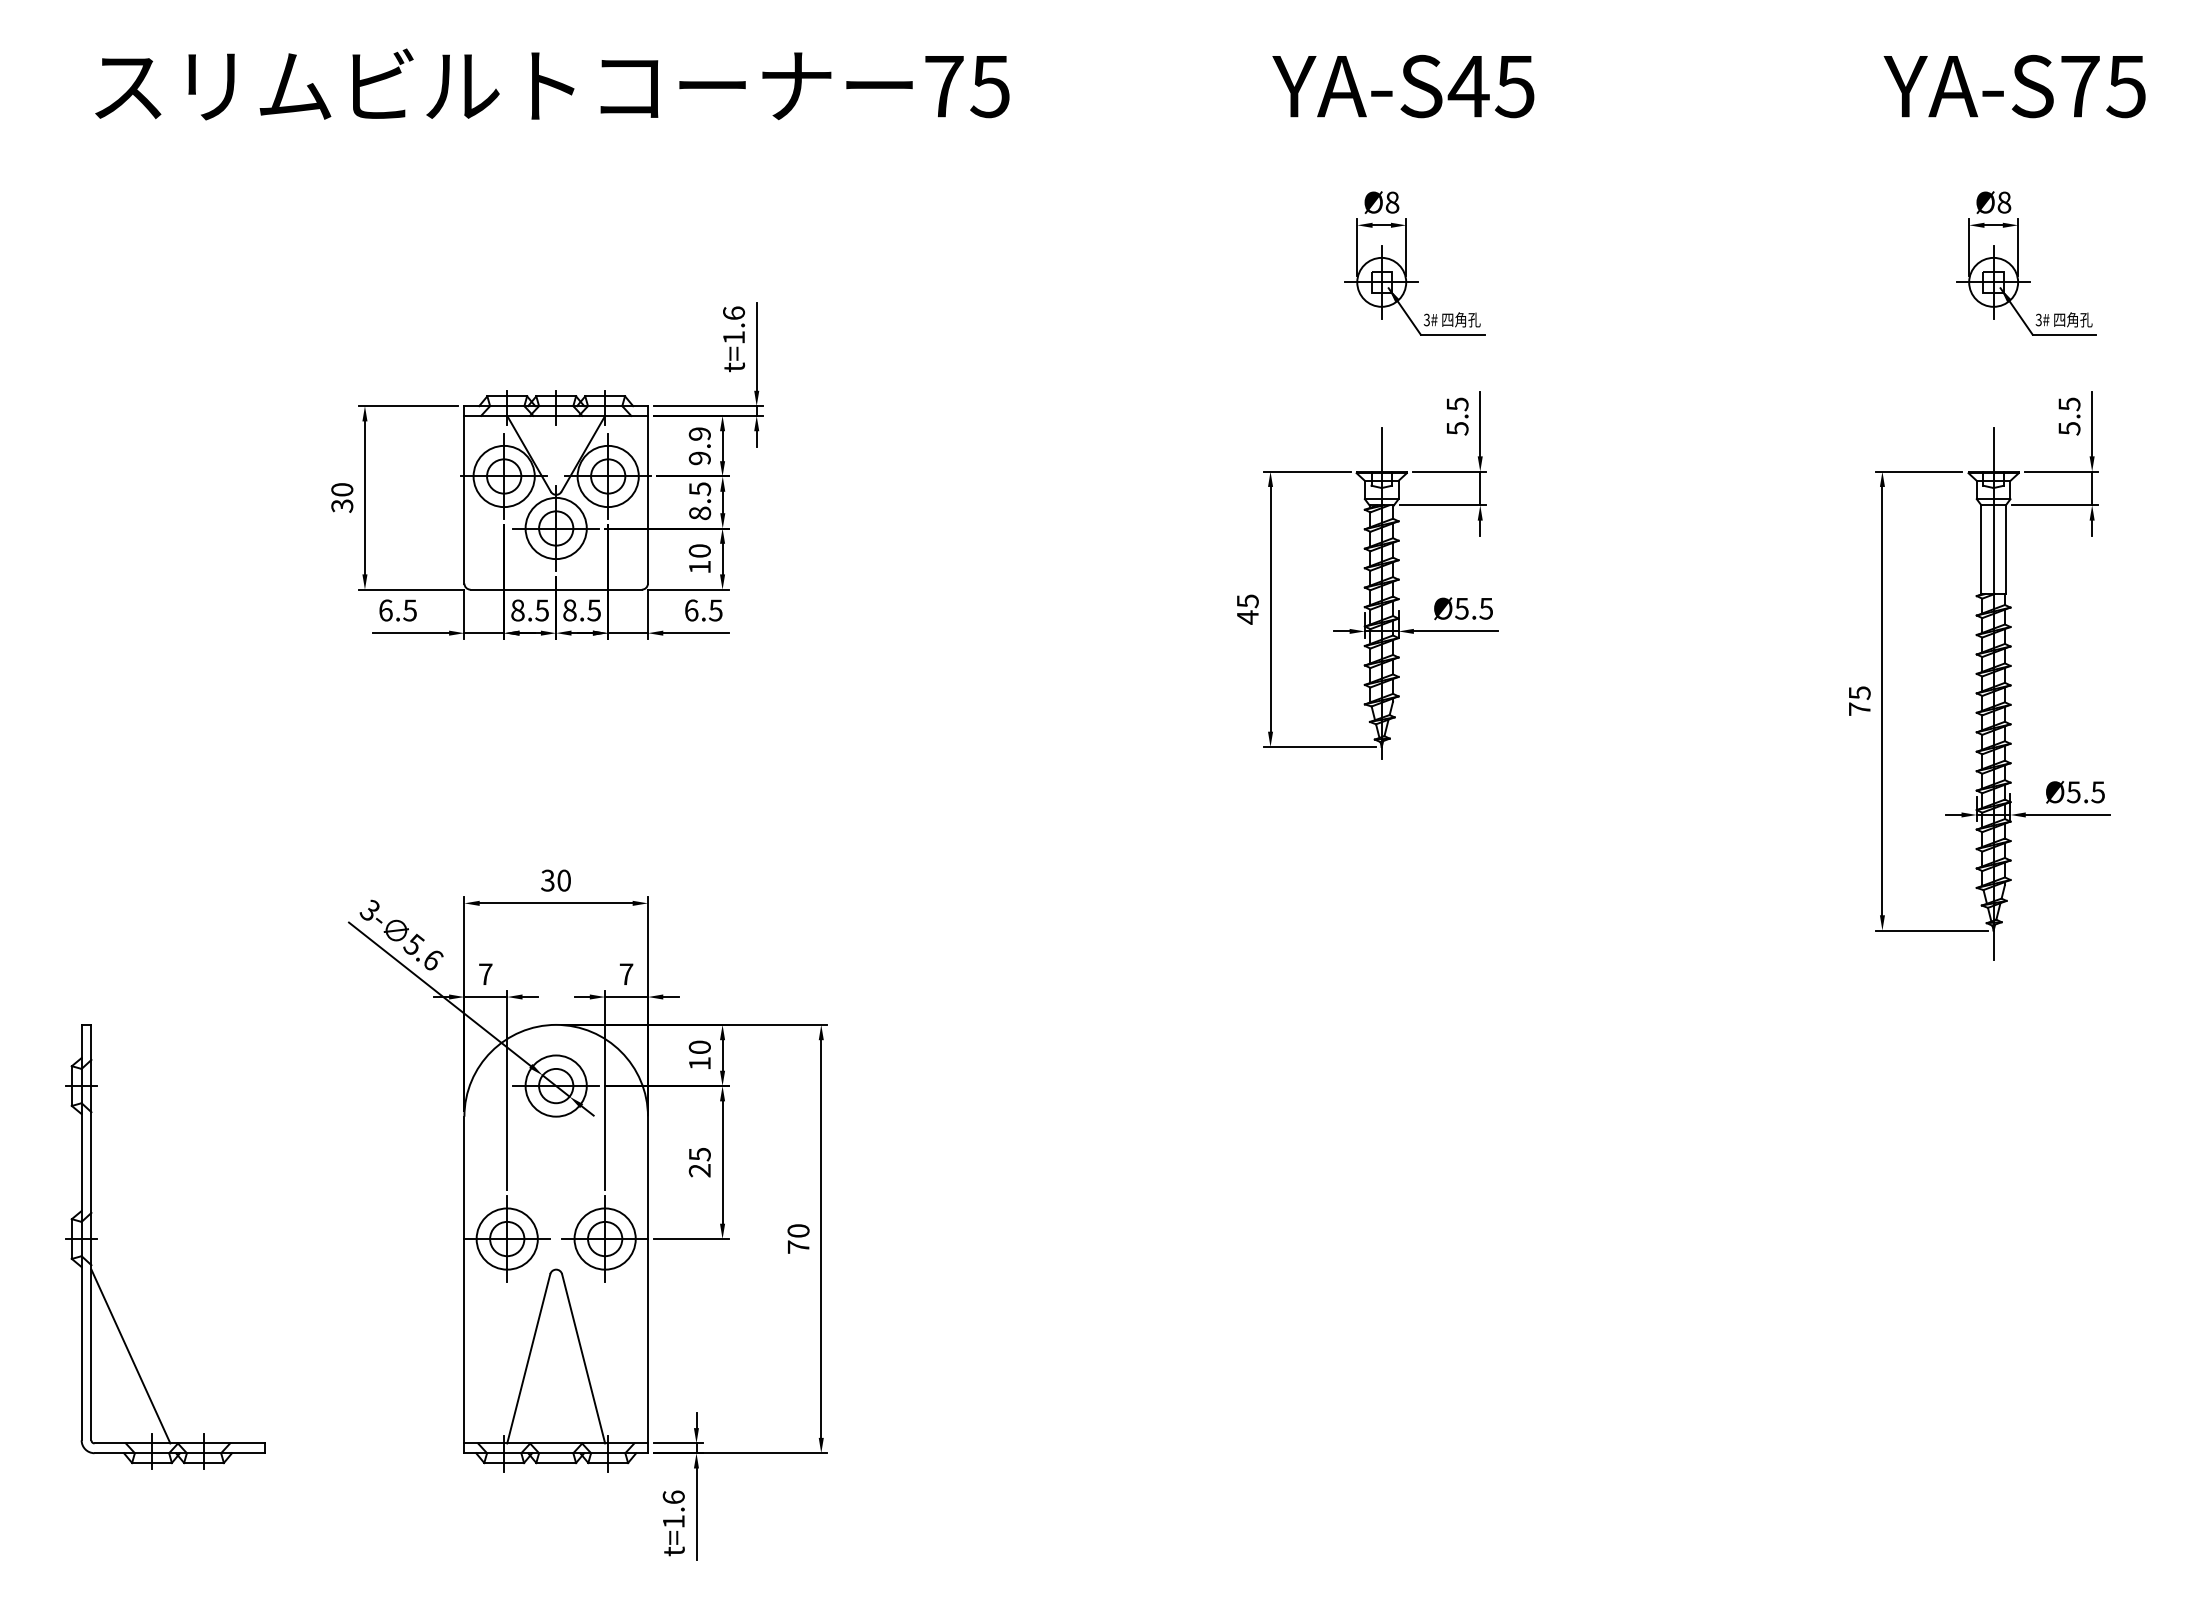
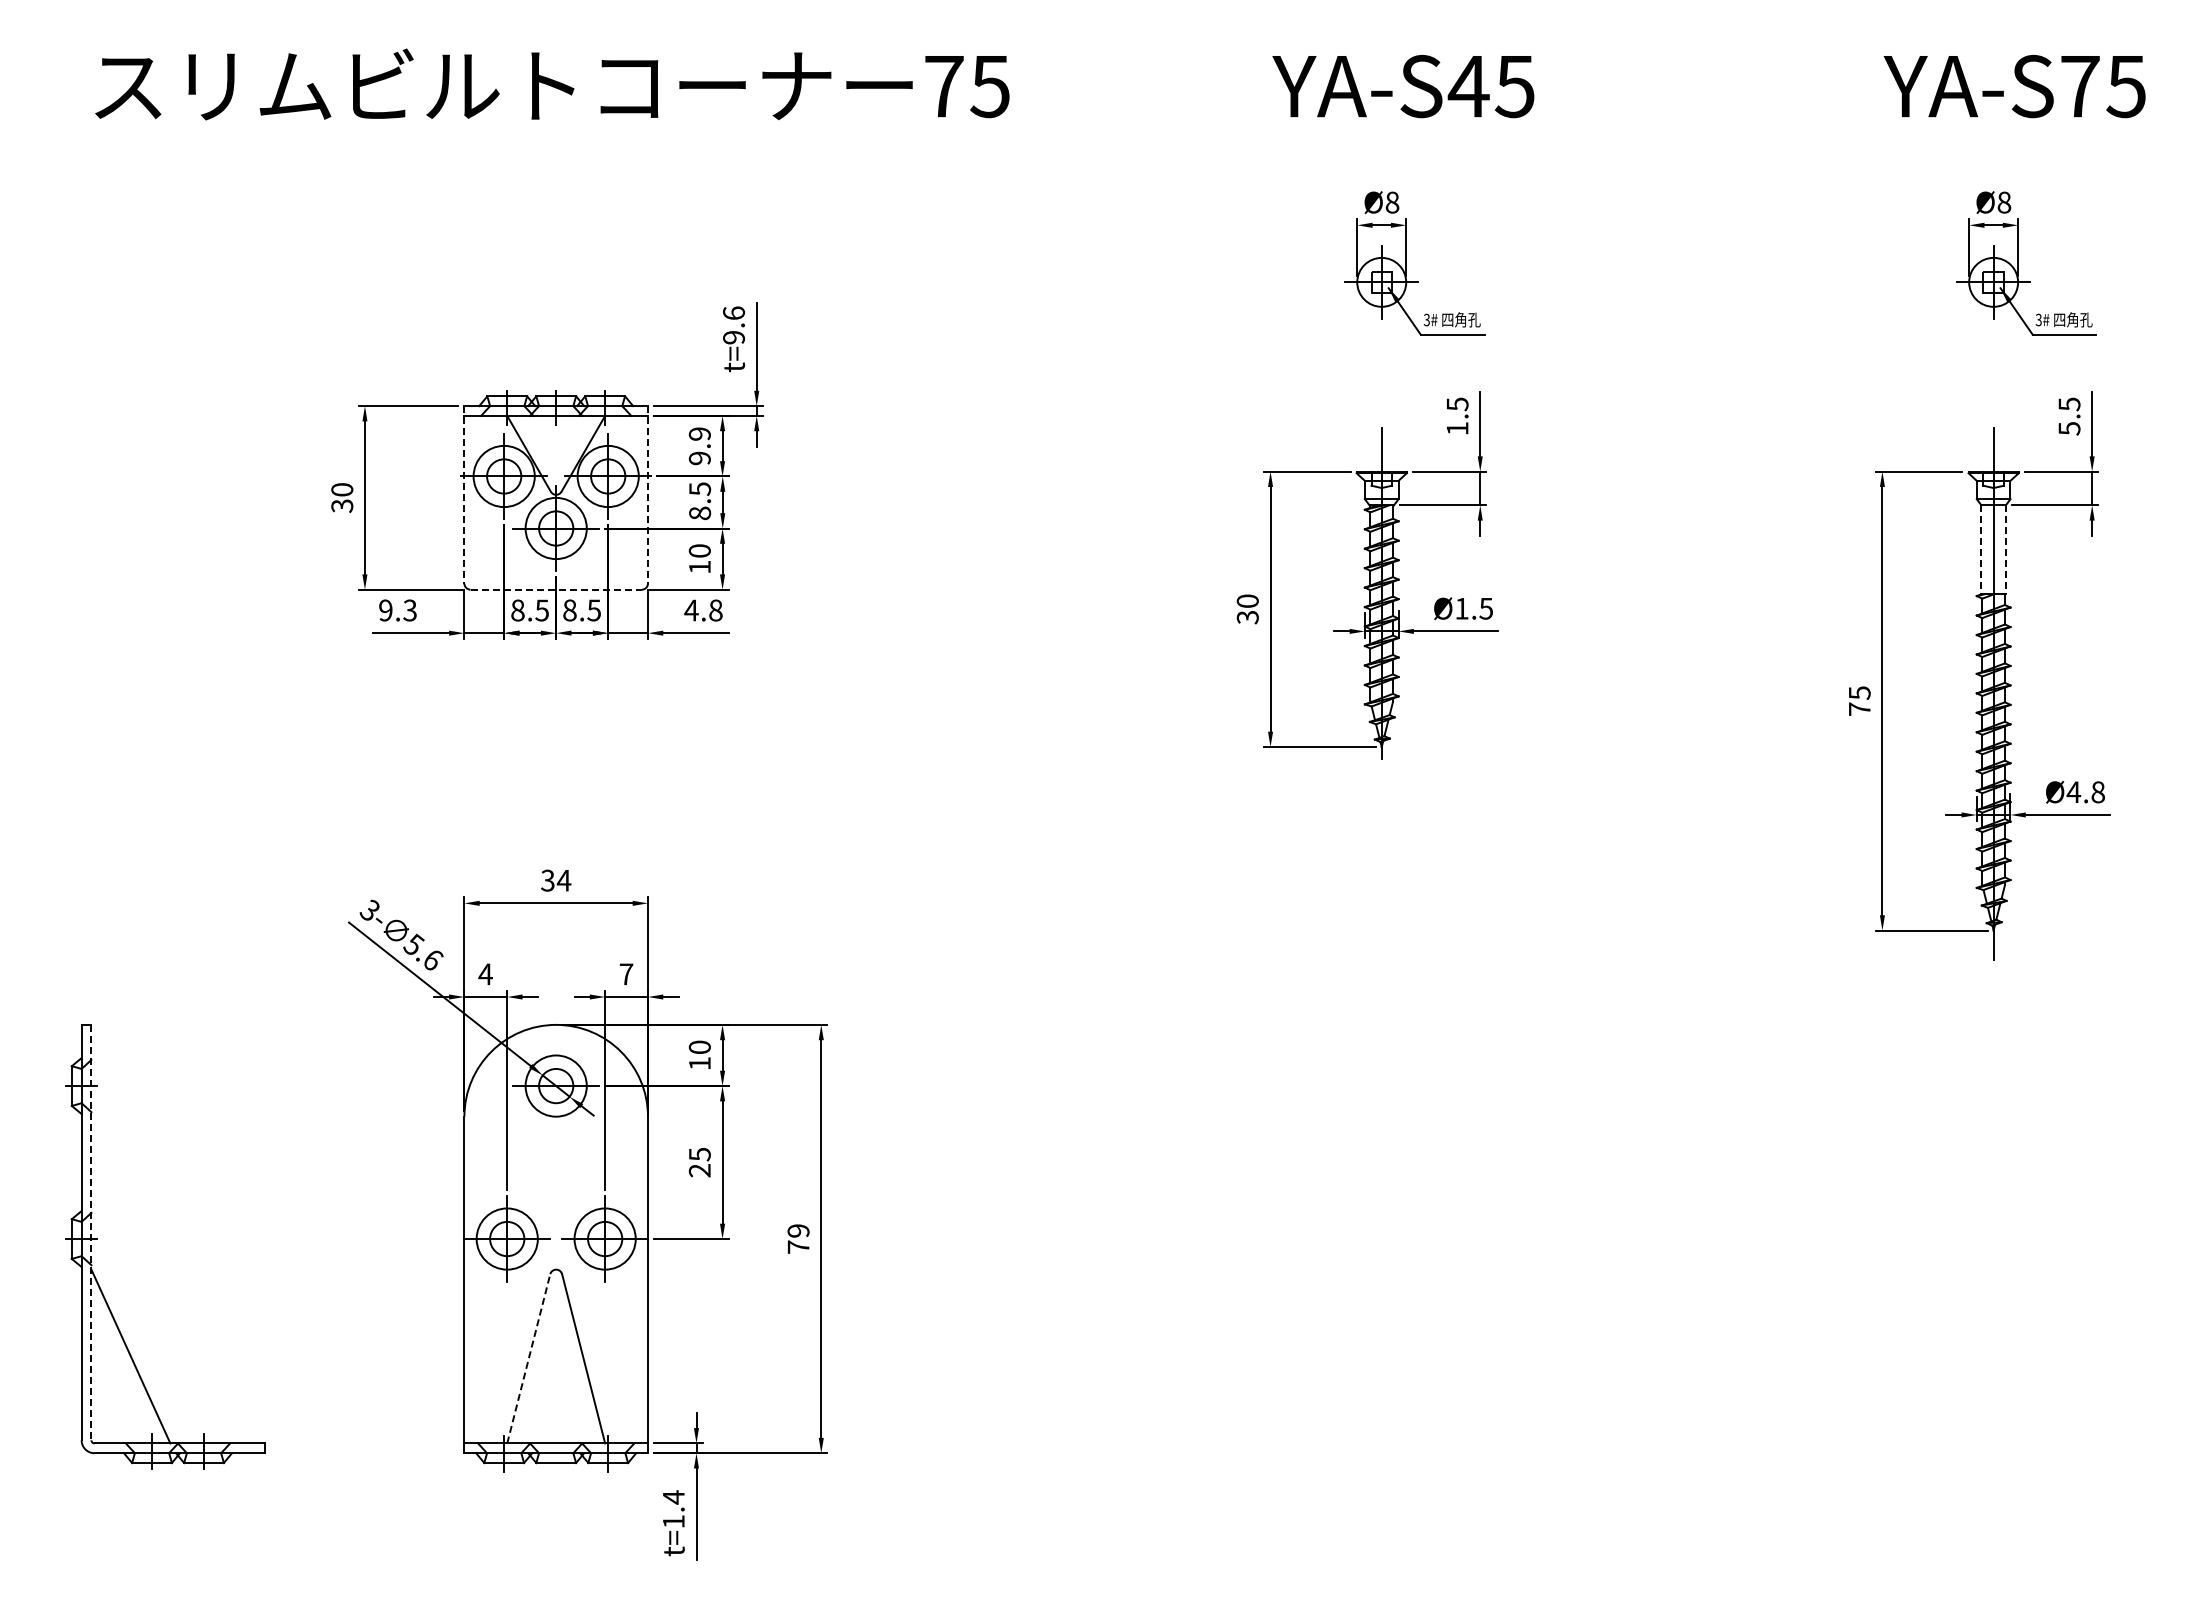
text at (734, 337): t=1.6 -> t=9.6
text at (1457, 428): 5.5 -> 1.5
line at (464, 494): solid -> dashed
line at (647, 494): solid -> dashed
line at (1981, 550): solid -> dashed
line at (2005, 550): solid -> dashed
line at (556, 589): solid -> dashed
text at (1461, 608): Ø5.5 -> Ø1.5
text at (1247, 609): 45 -> 30
text at (397, 610): 6.5 -> 9.3
text at (703, 610): 6.5 -> 4.8
text at (2085, 792): Ø5.5 -> Ø4.8
text at (563, 880): 30 -> 34
text at (485, 973): 7 -> 4
text at (798, 1230): 70 -> 79
line at (91, 1232): solid -> dashed
line at (528, 1358): solid -> dashed
text at (673, 1497): t=1.6 -> t=1.4
